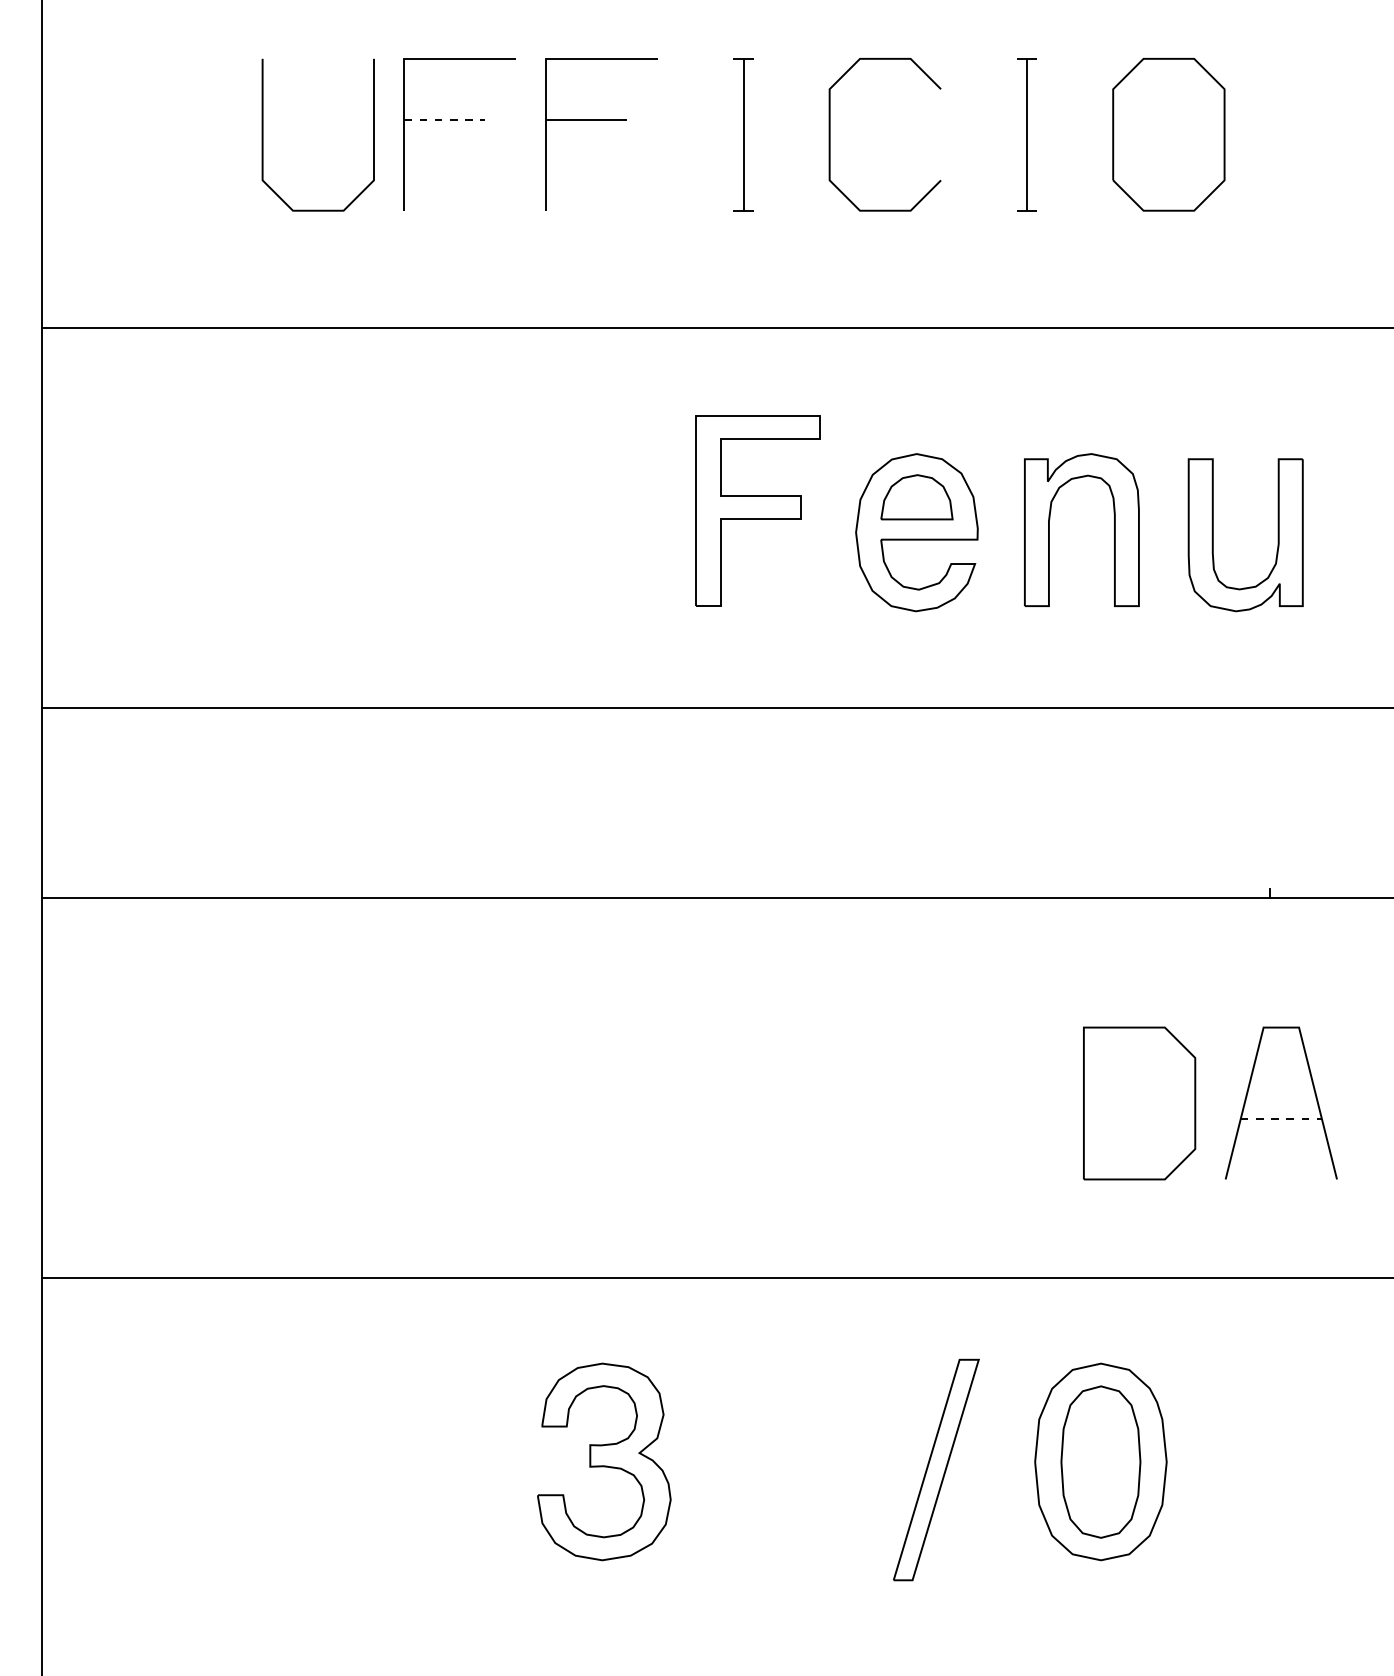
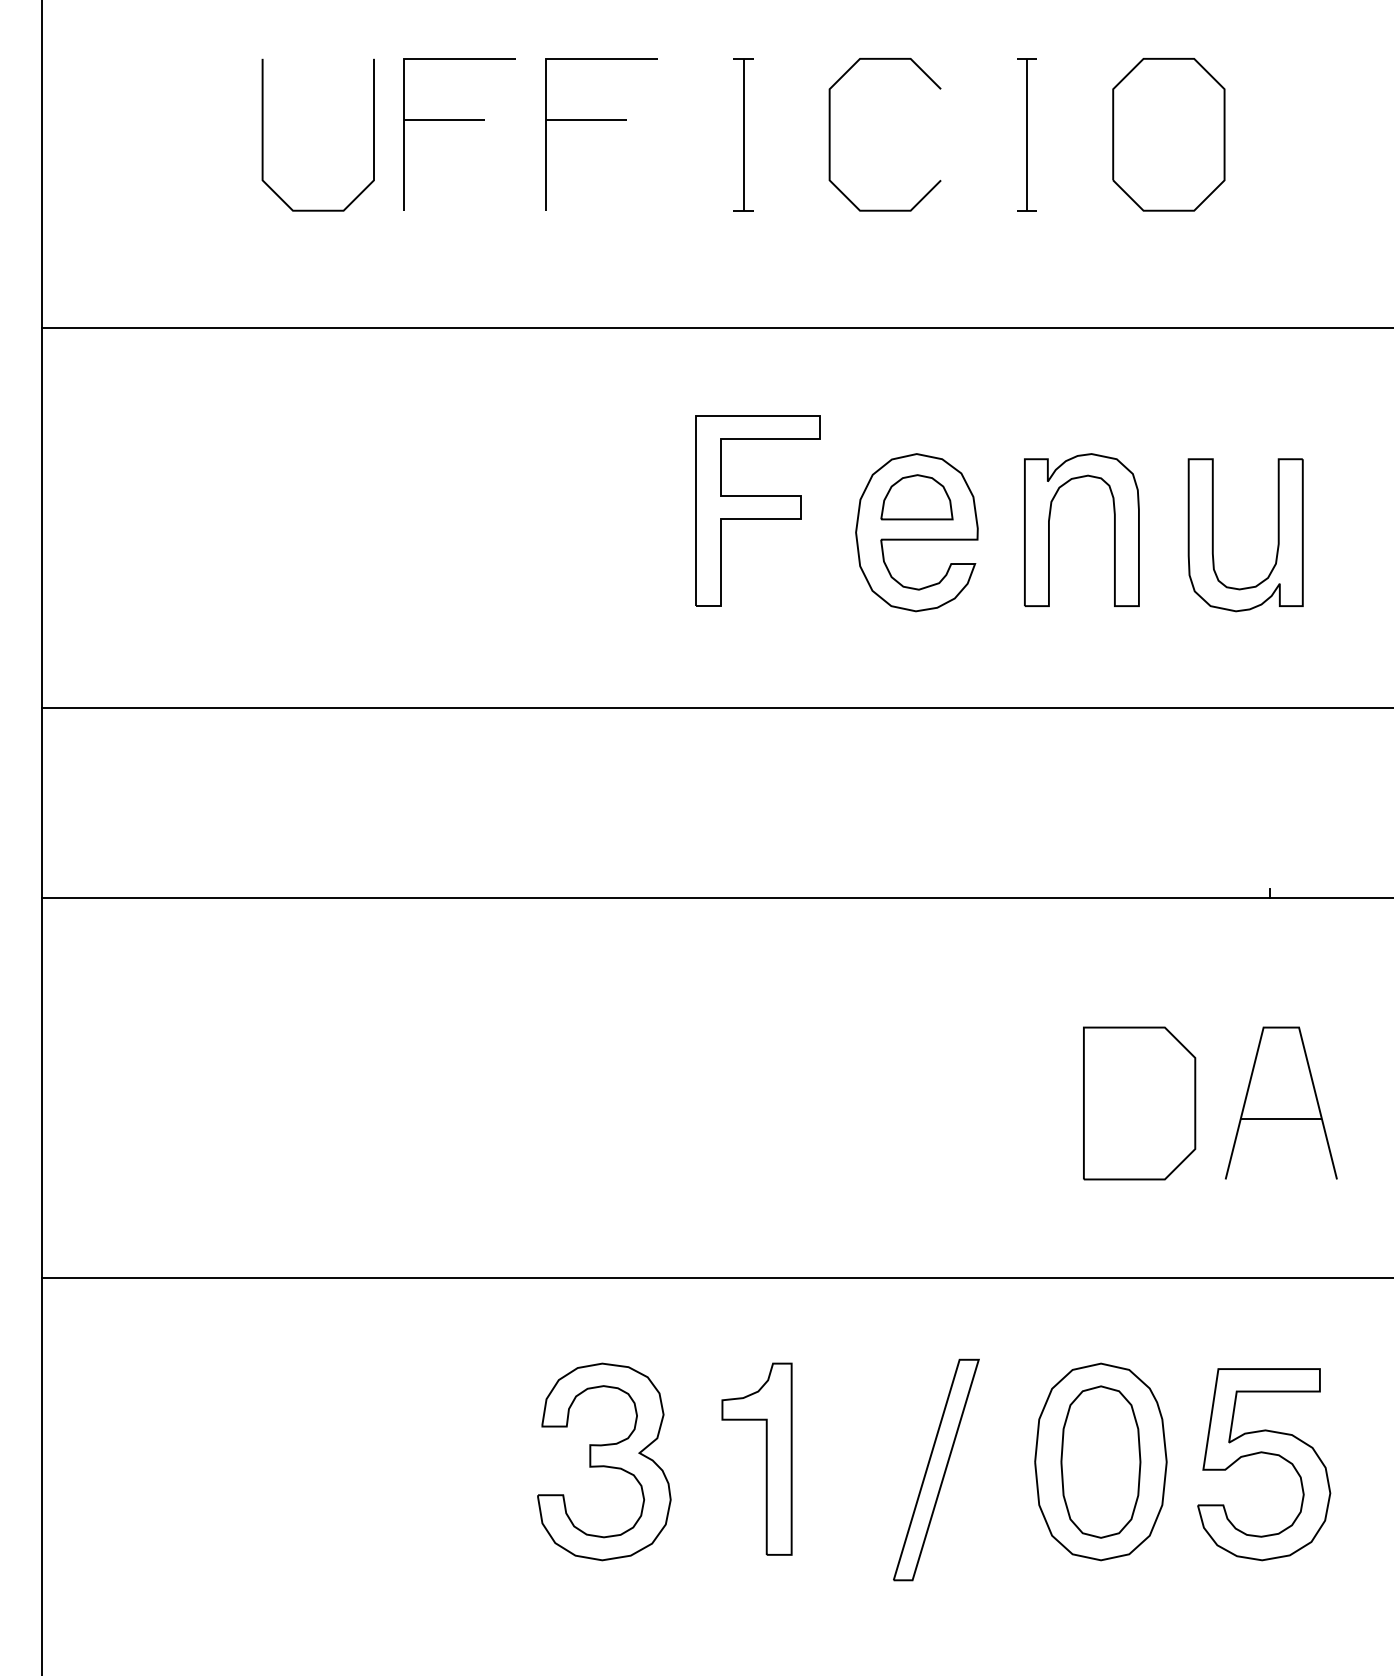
line at (444, 119): dashed -> solid
line at (1281, 1118): dashed -> solid
part at (1267, 1454): none -> present
part at (765, 1458): none -> present
